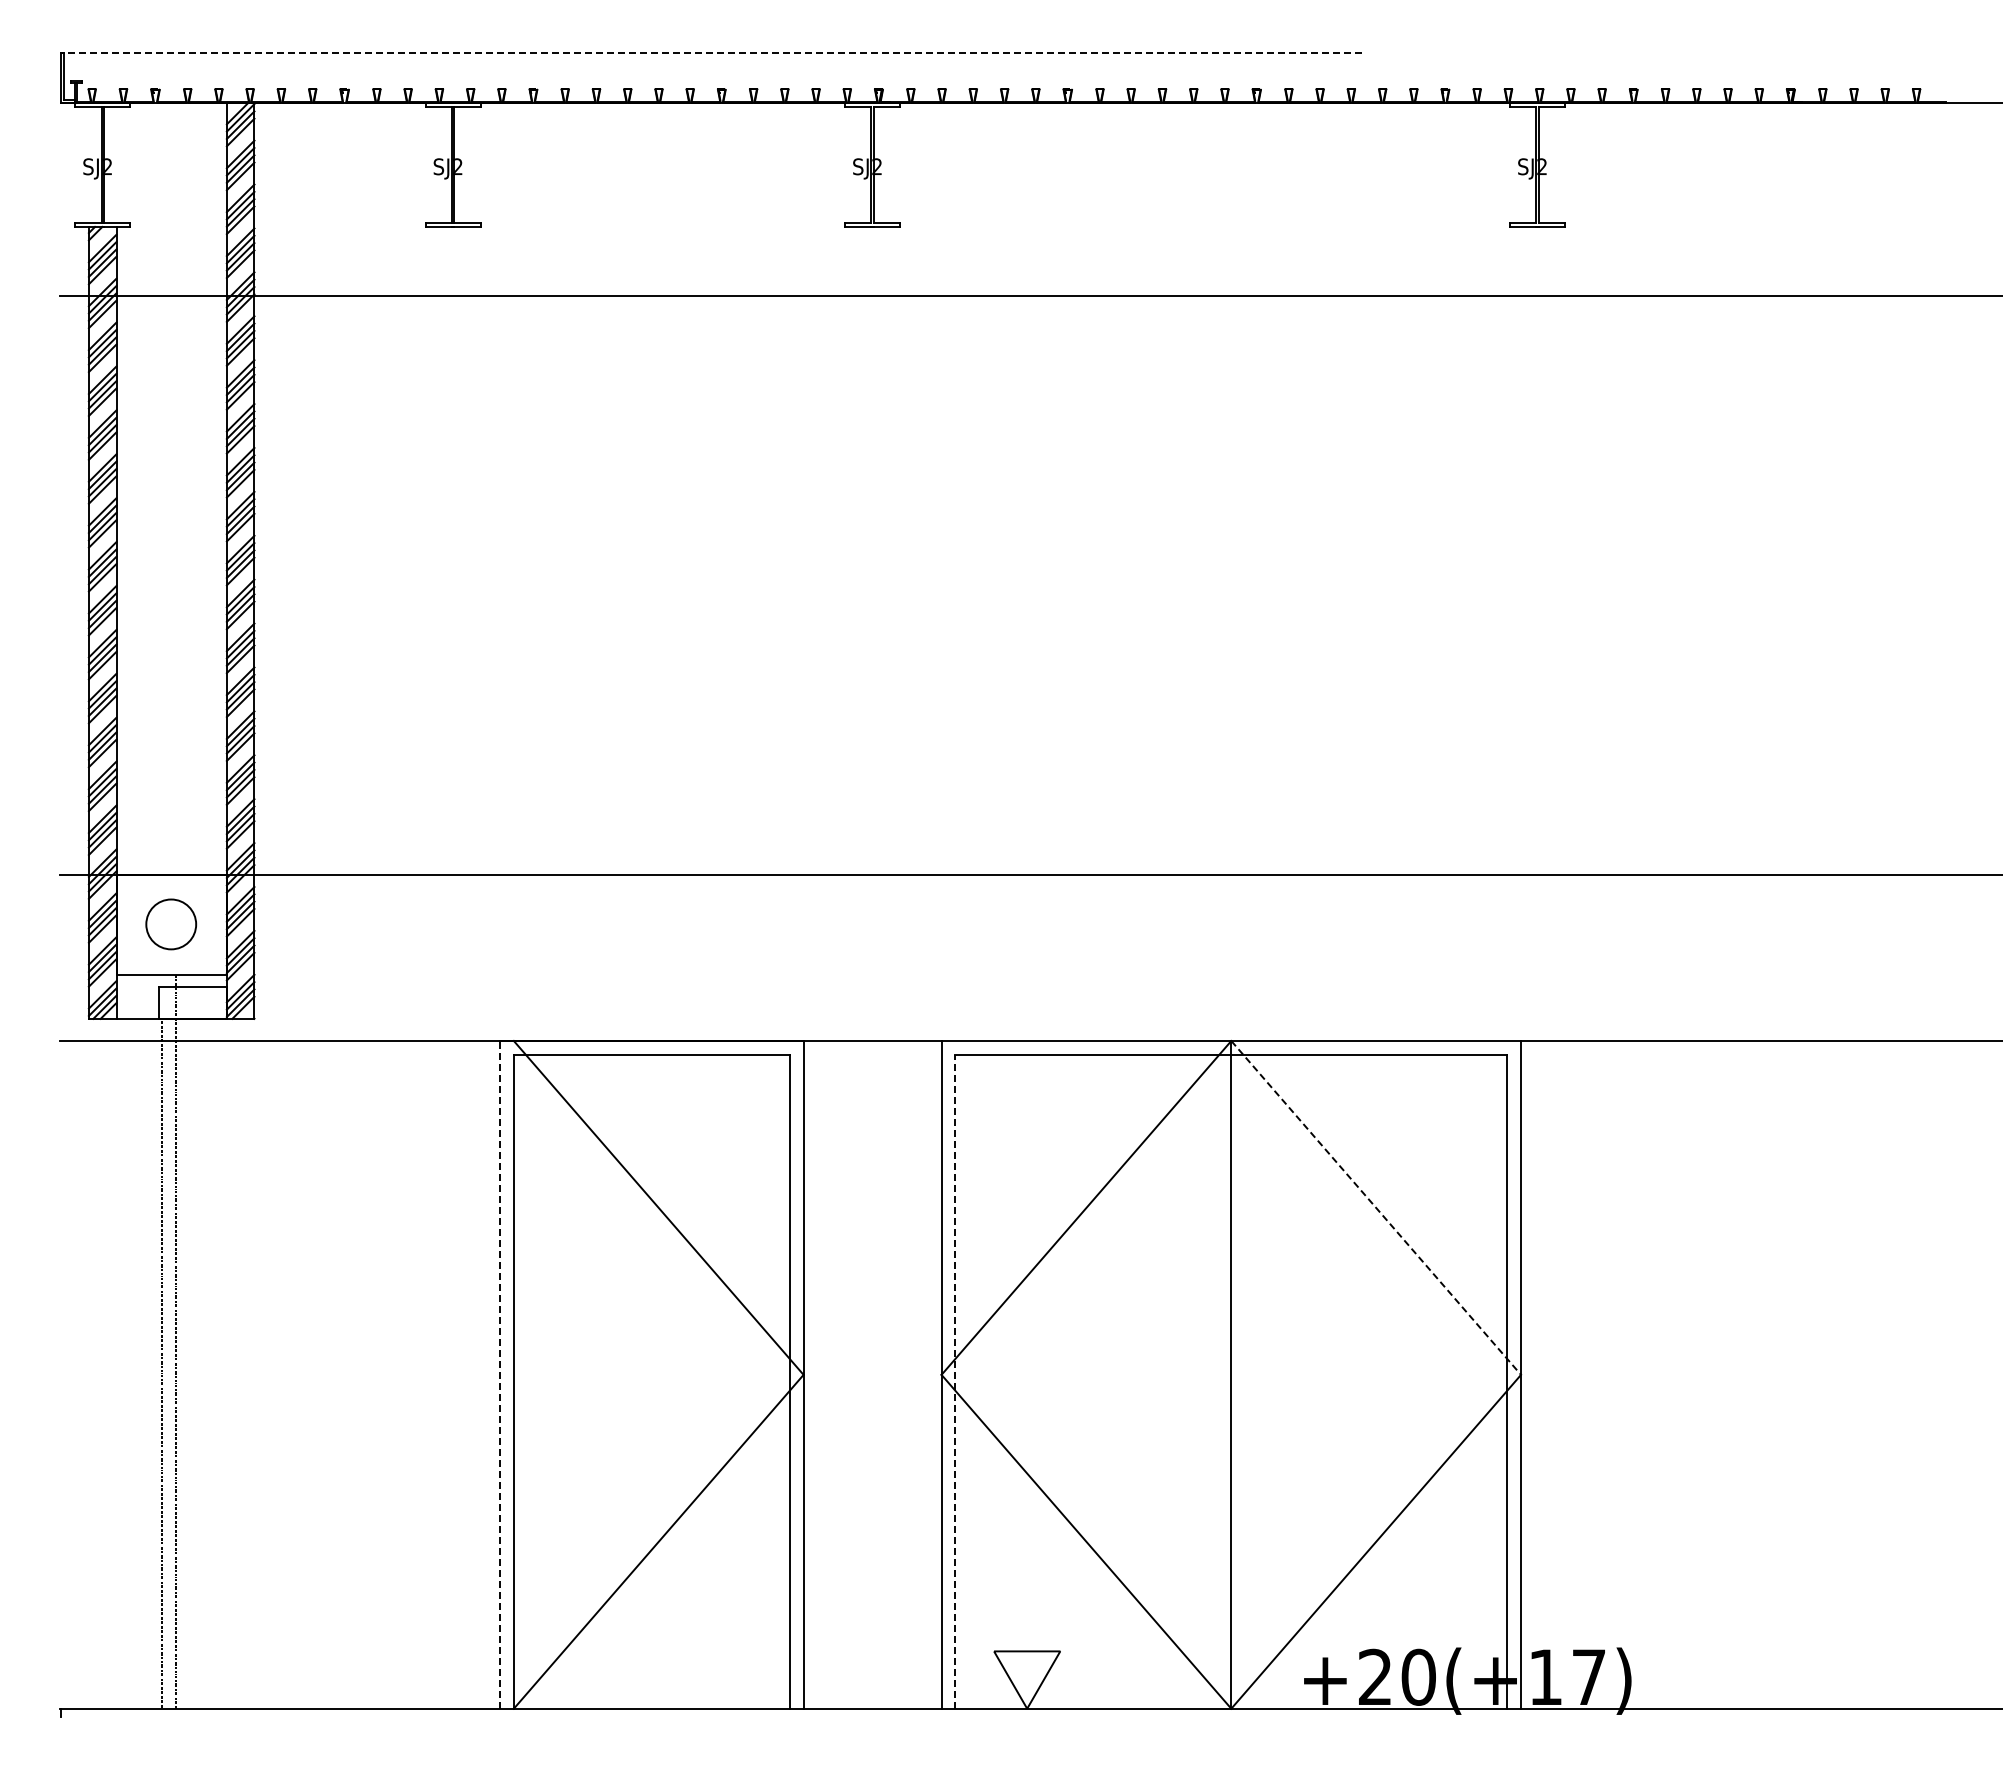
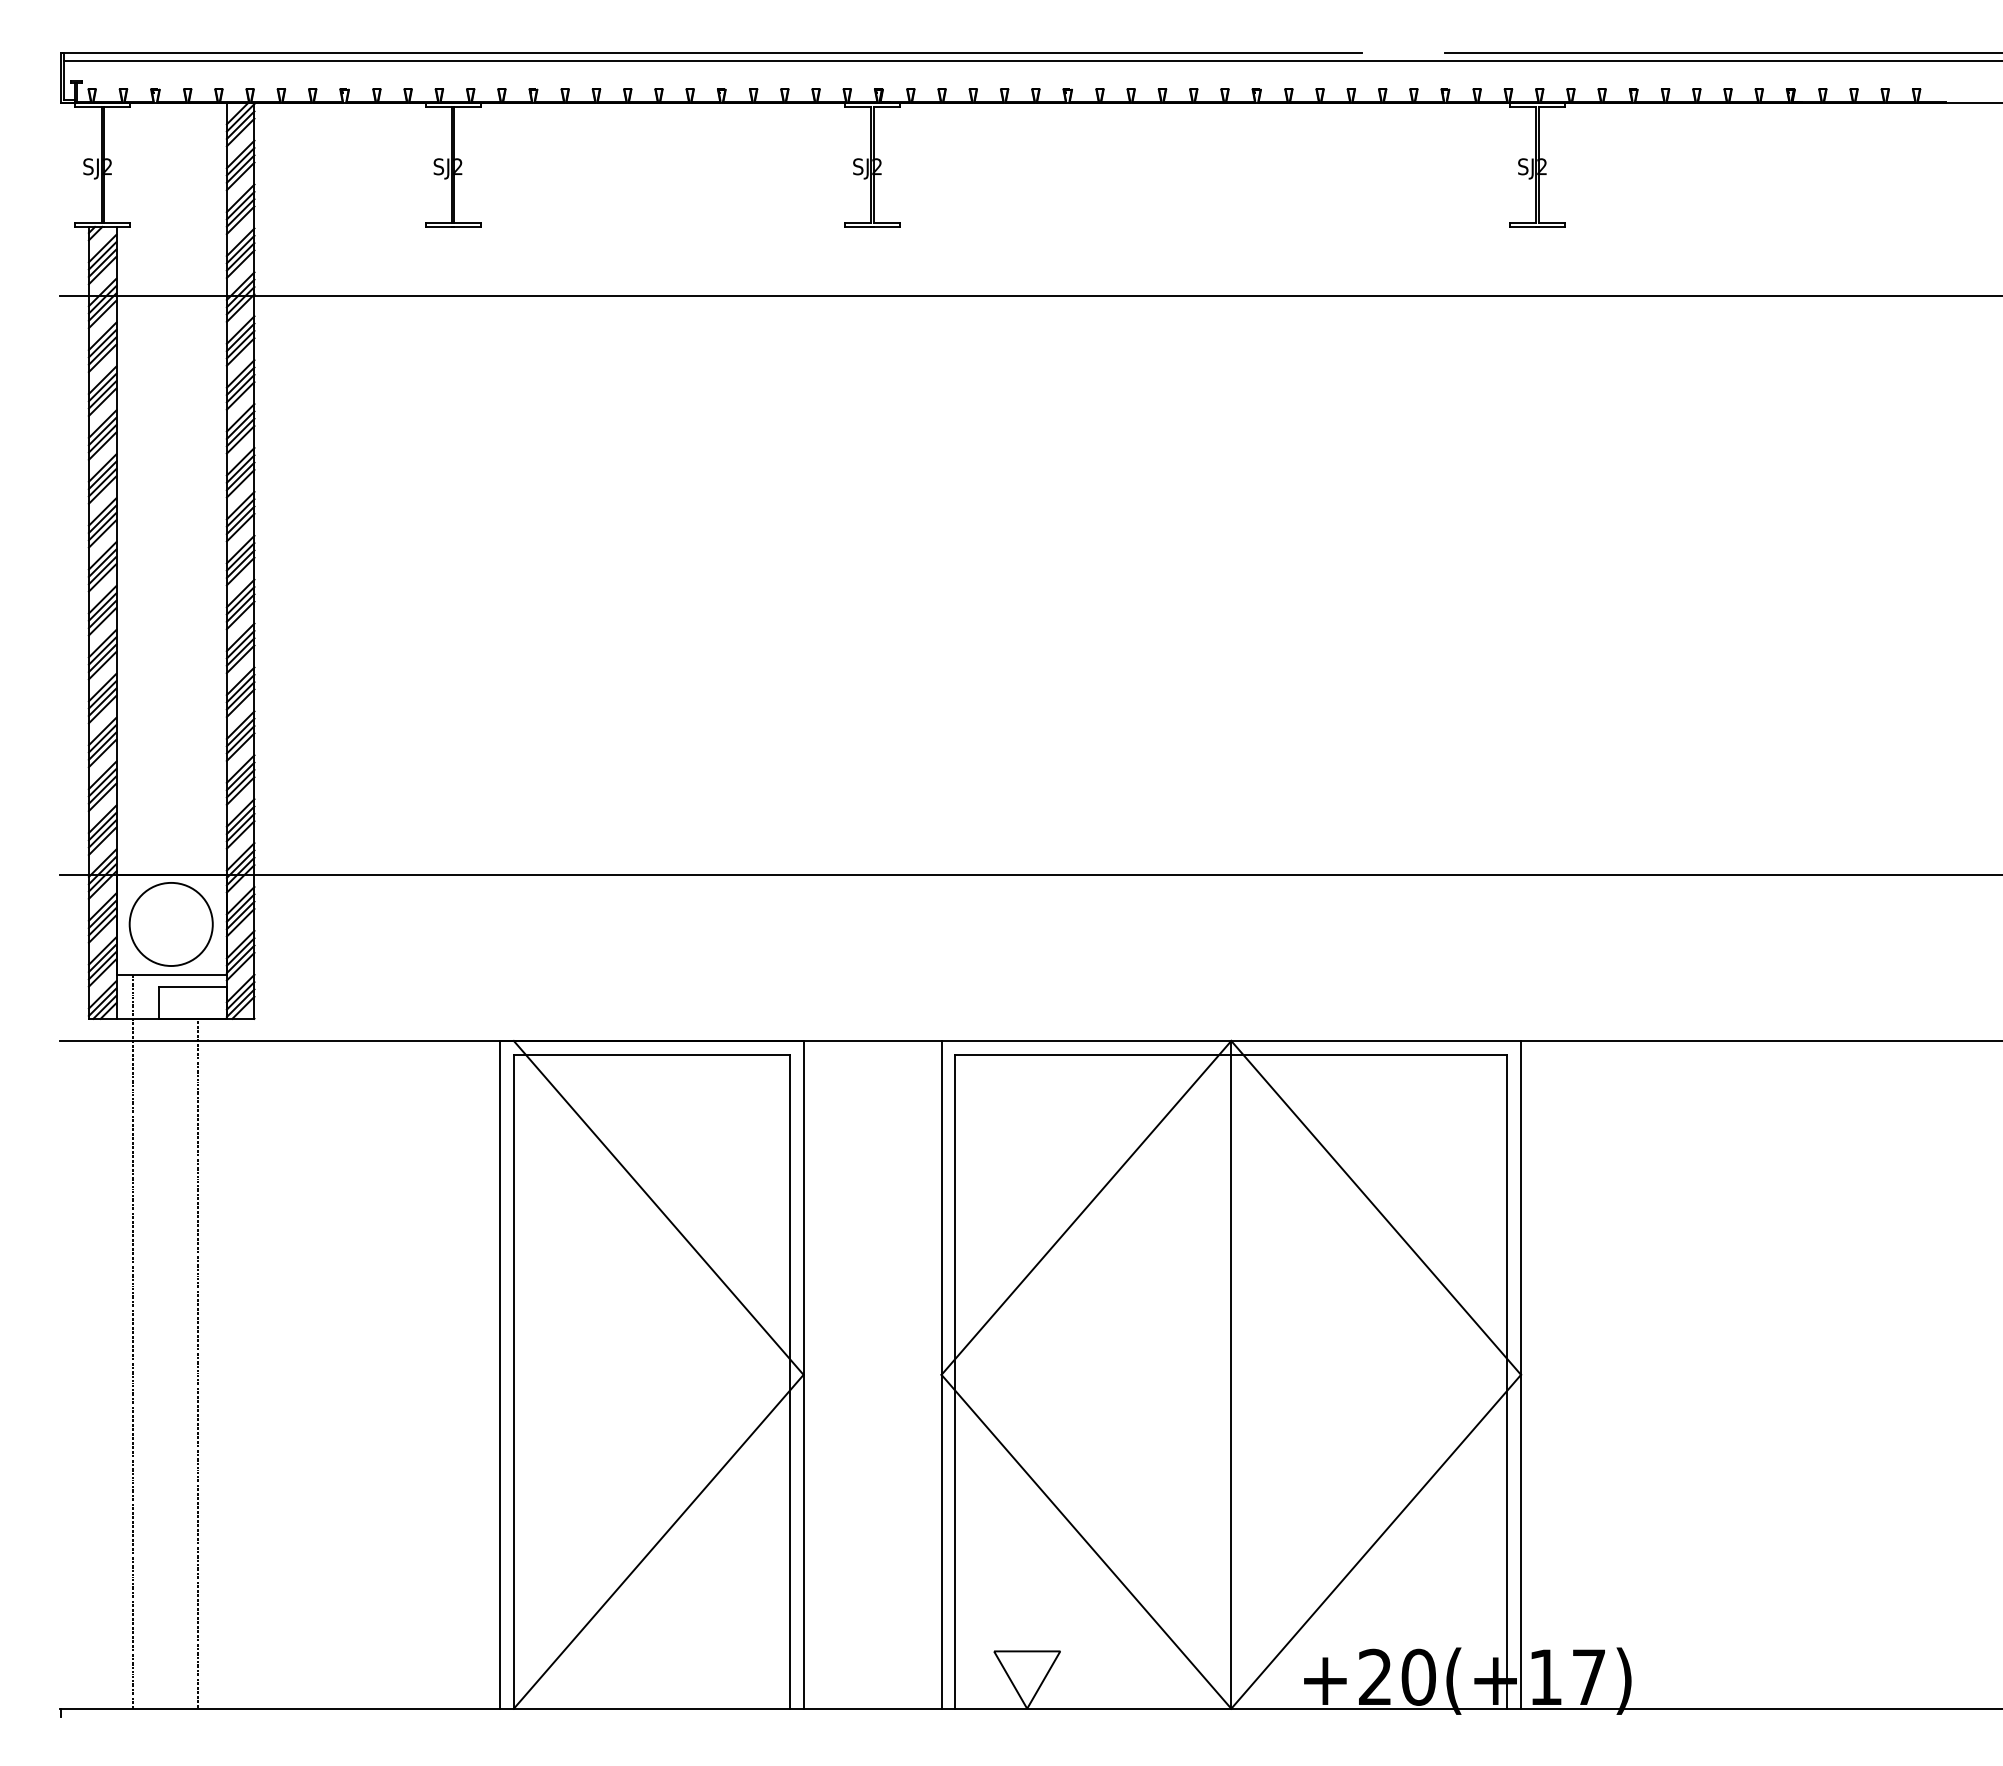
line at (711, 53): dashed -> solid
line at (1722, 53): none -> present
line at (1031, 61): none -> present
circle at (171, 924) diameter: 50 px -> 83 px
line at (1376, 1208): dashed -> solid
line at (175, 1341) position: (175, 1341) -> (132, 1341)
line at (162, 1363) position: (162, 1363) -> (198, 1363)
line at (500, 1374): dashed -> solid
line at (955, 1381): dashed -> solid
